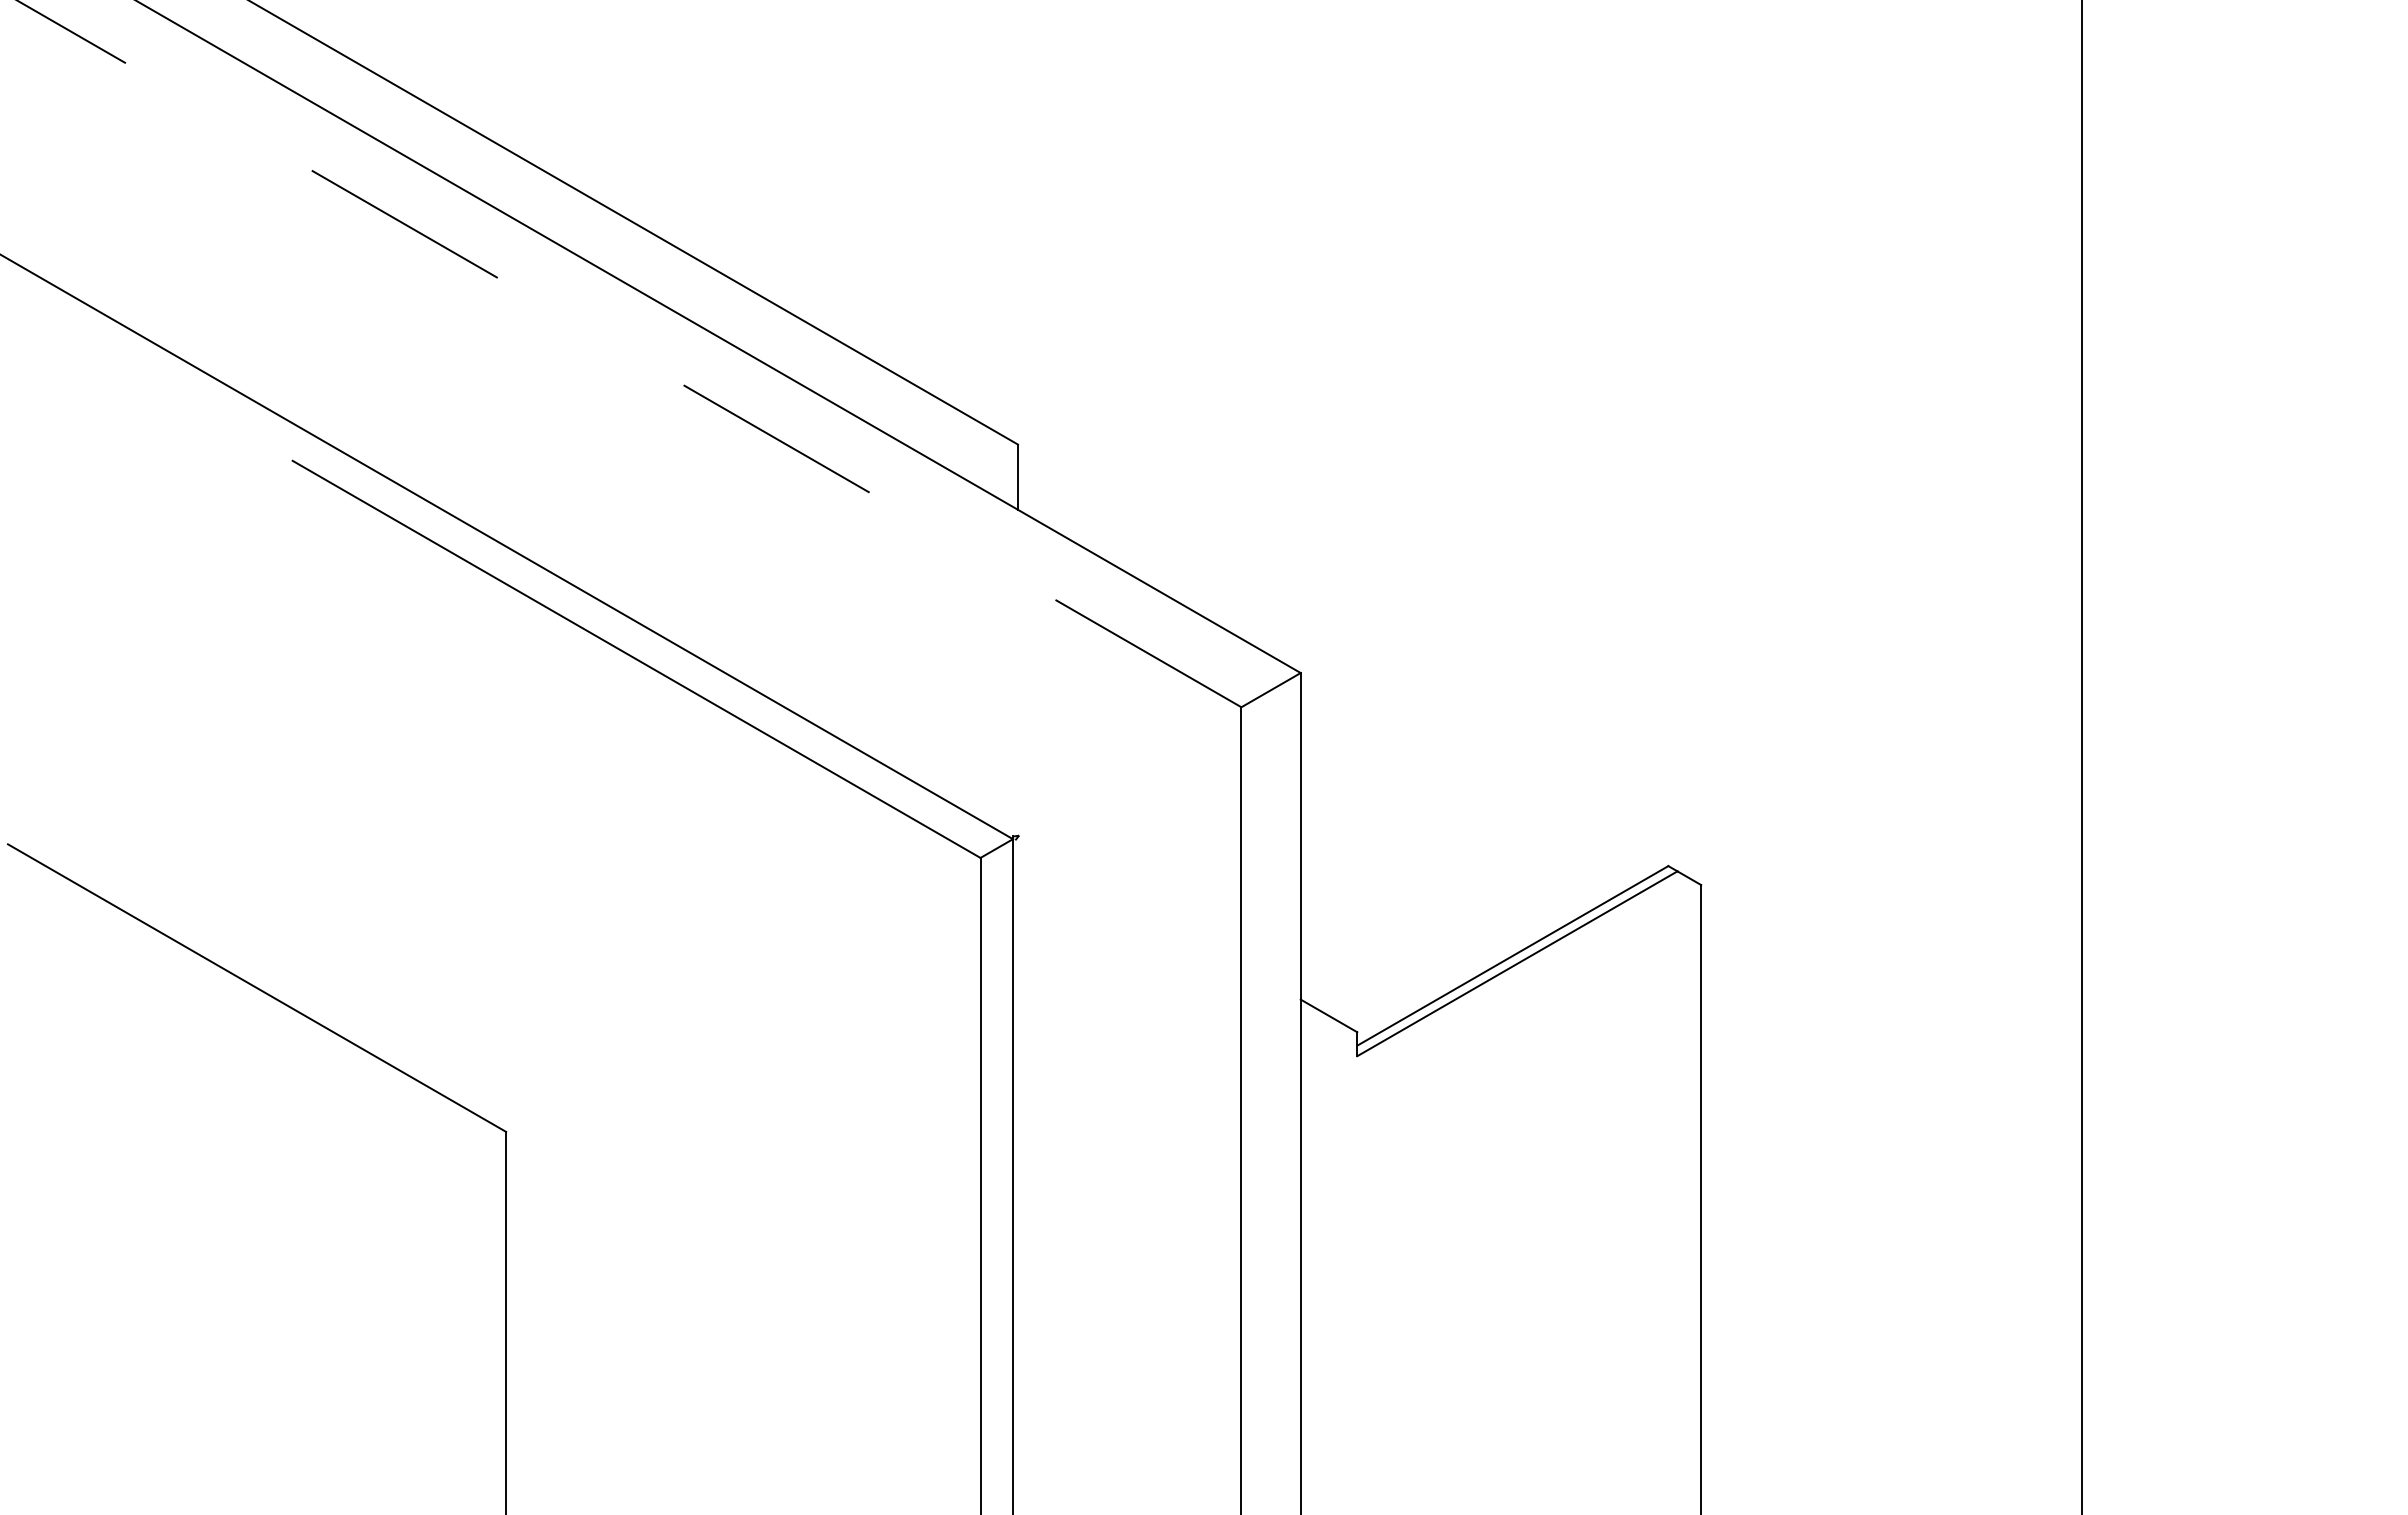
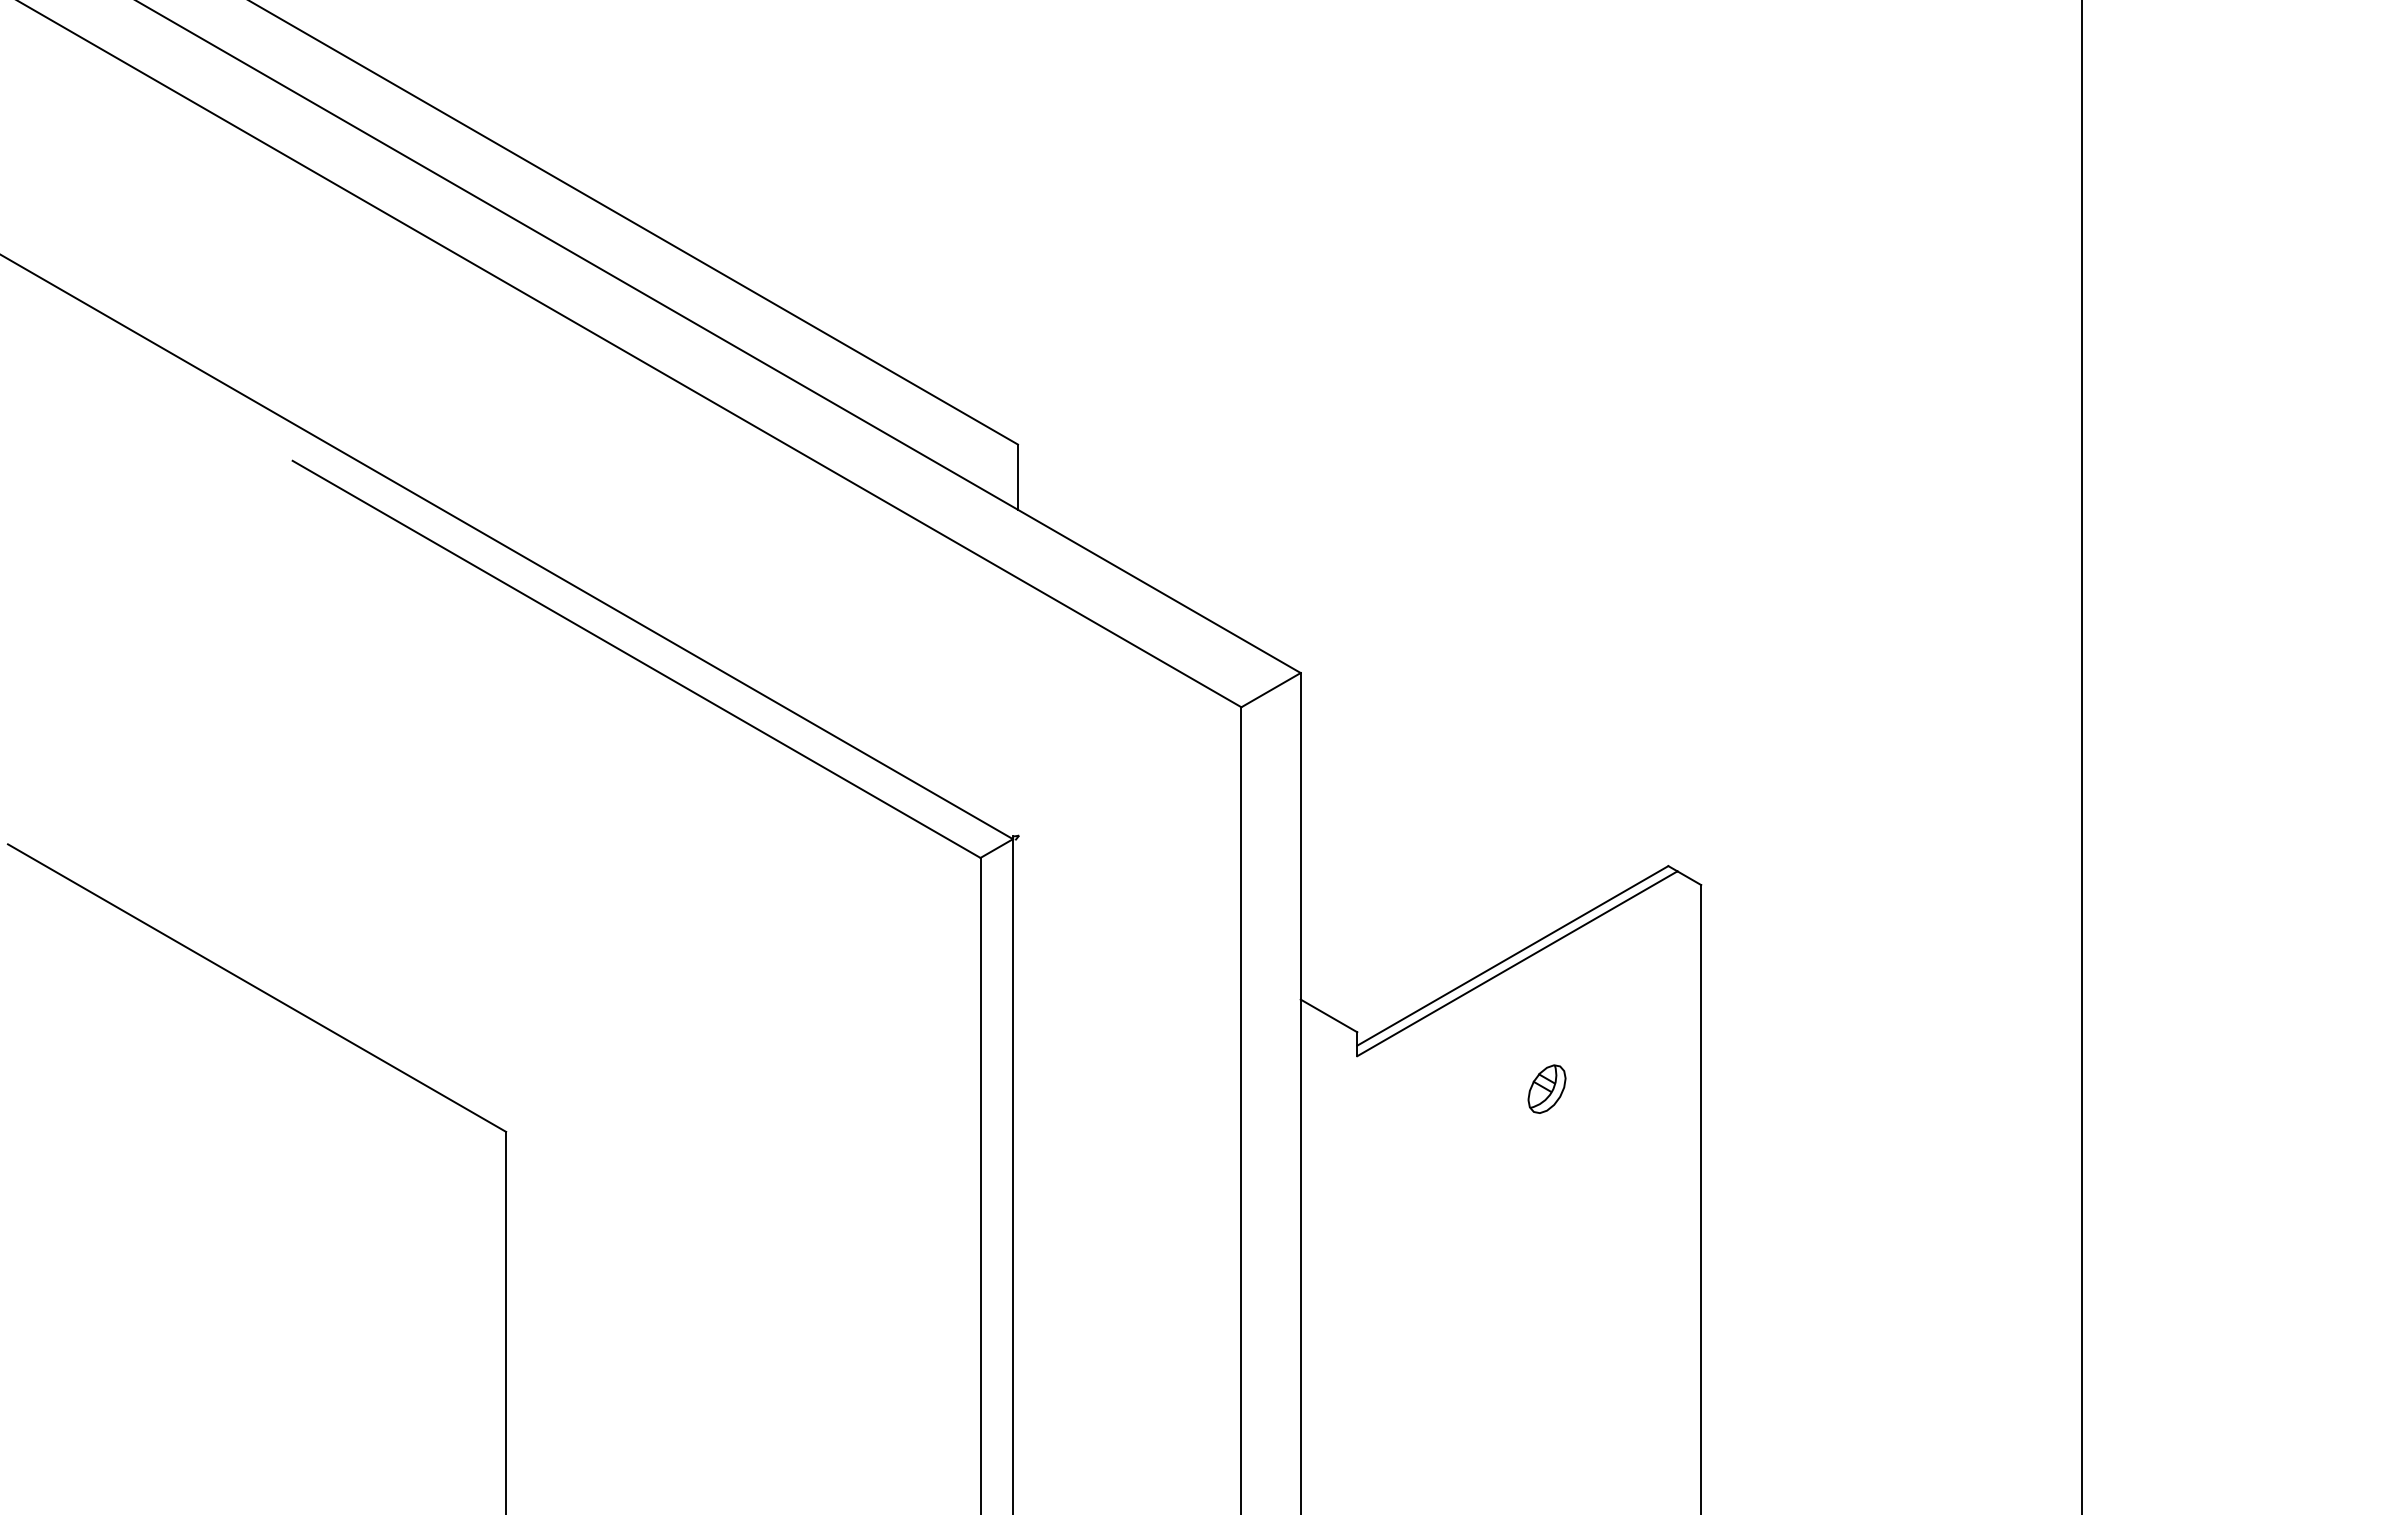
line at (629, 353): dashed -> solid
part at (1546, 1088): none -> present
